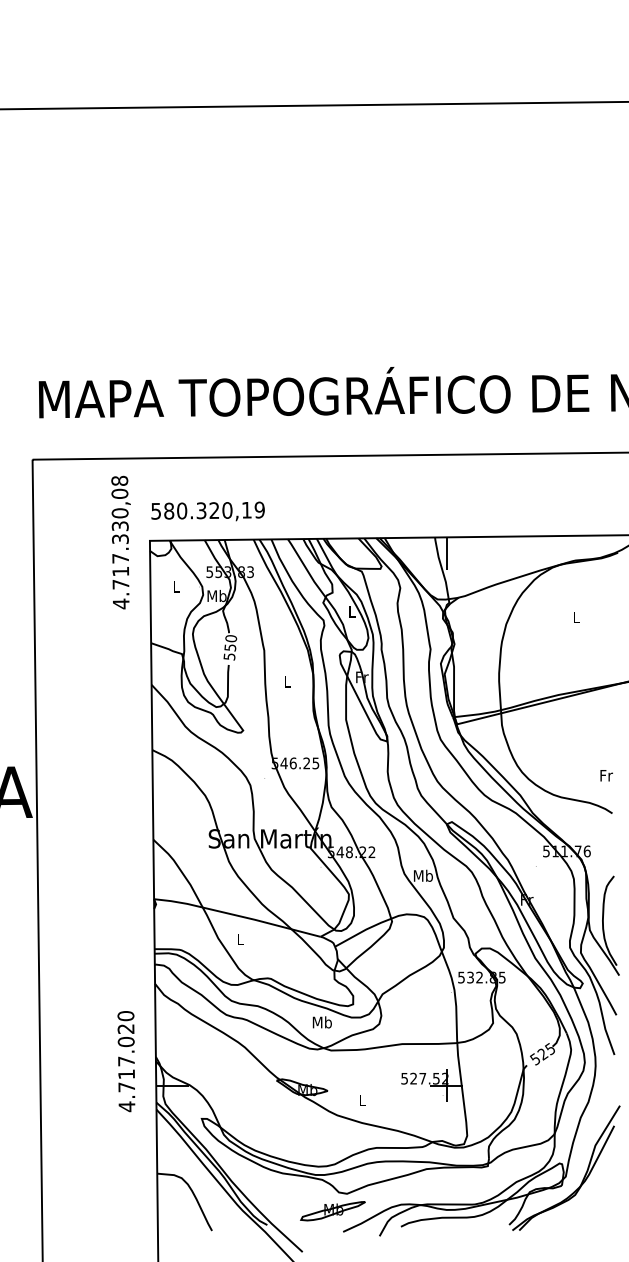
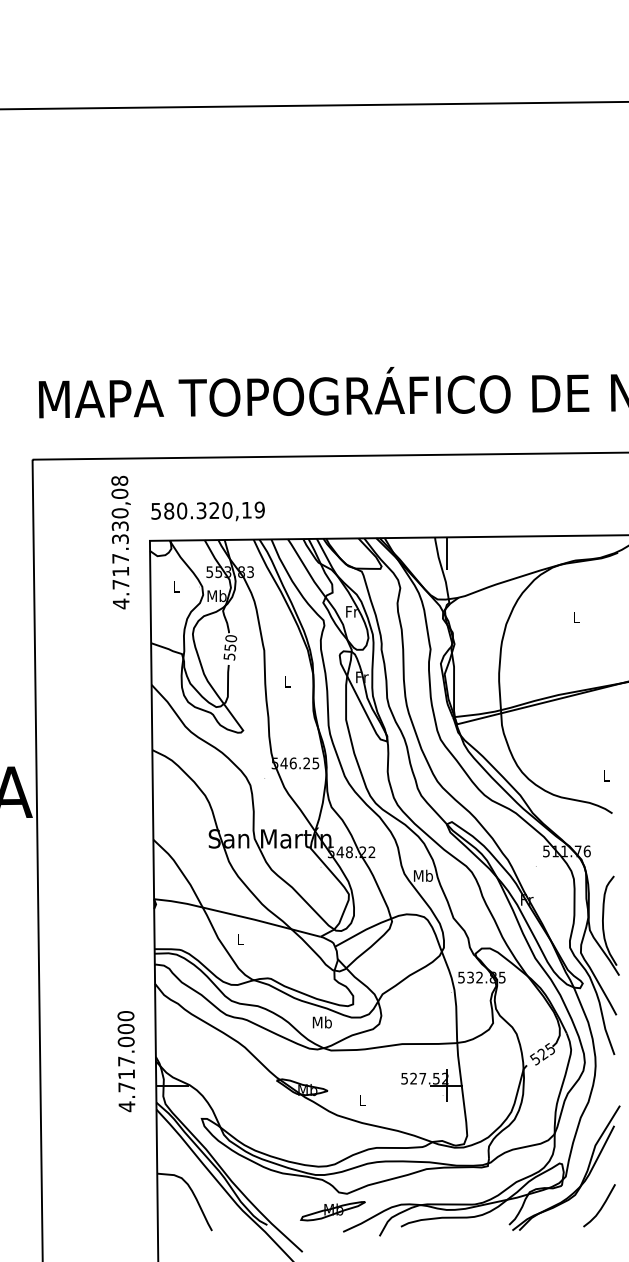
text at (351, 611): L -> Fr
text at (606, 775): Fr -> L
text at (125, 1029): 4.717.020 -> 4.717.000
curve at (601, 1206): none -> present
